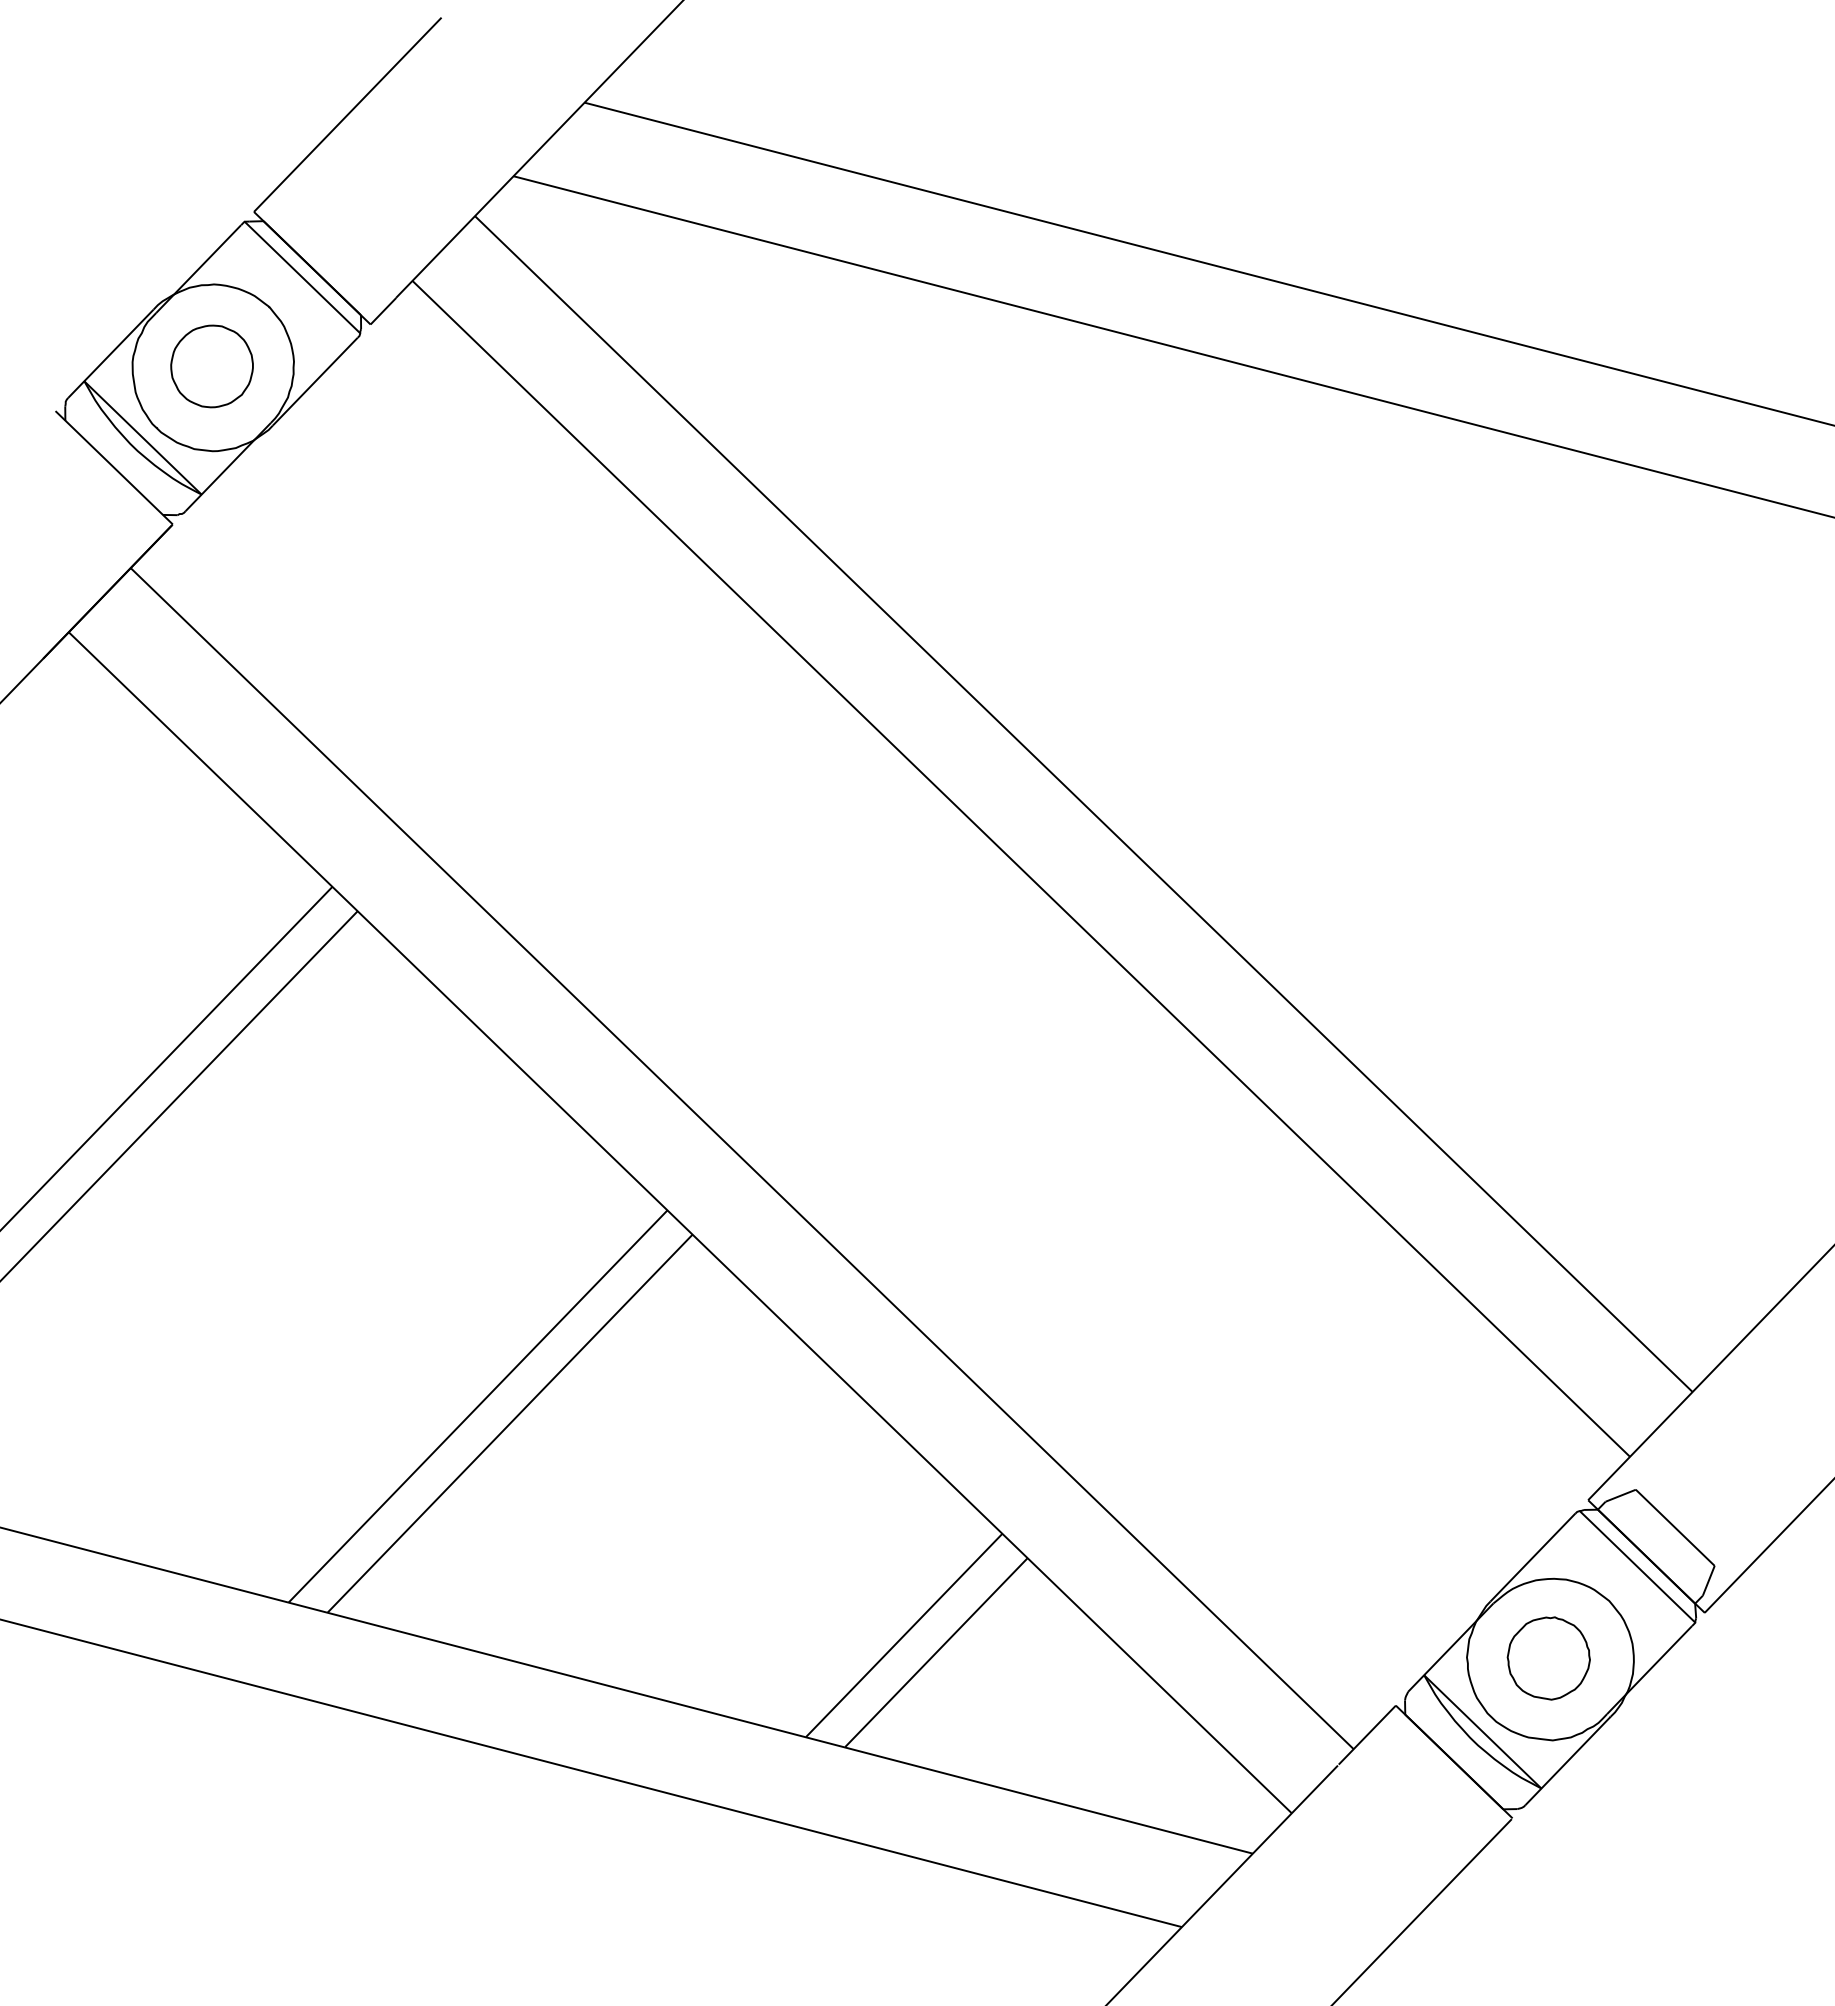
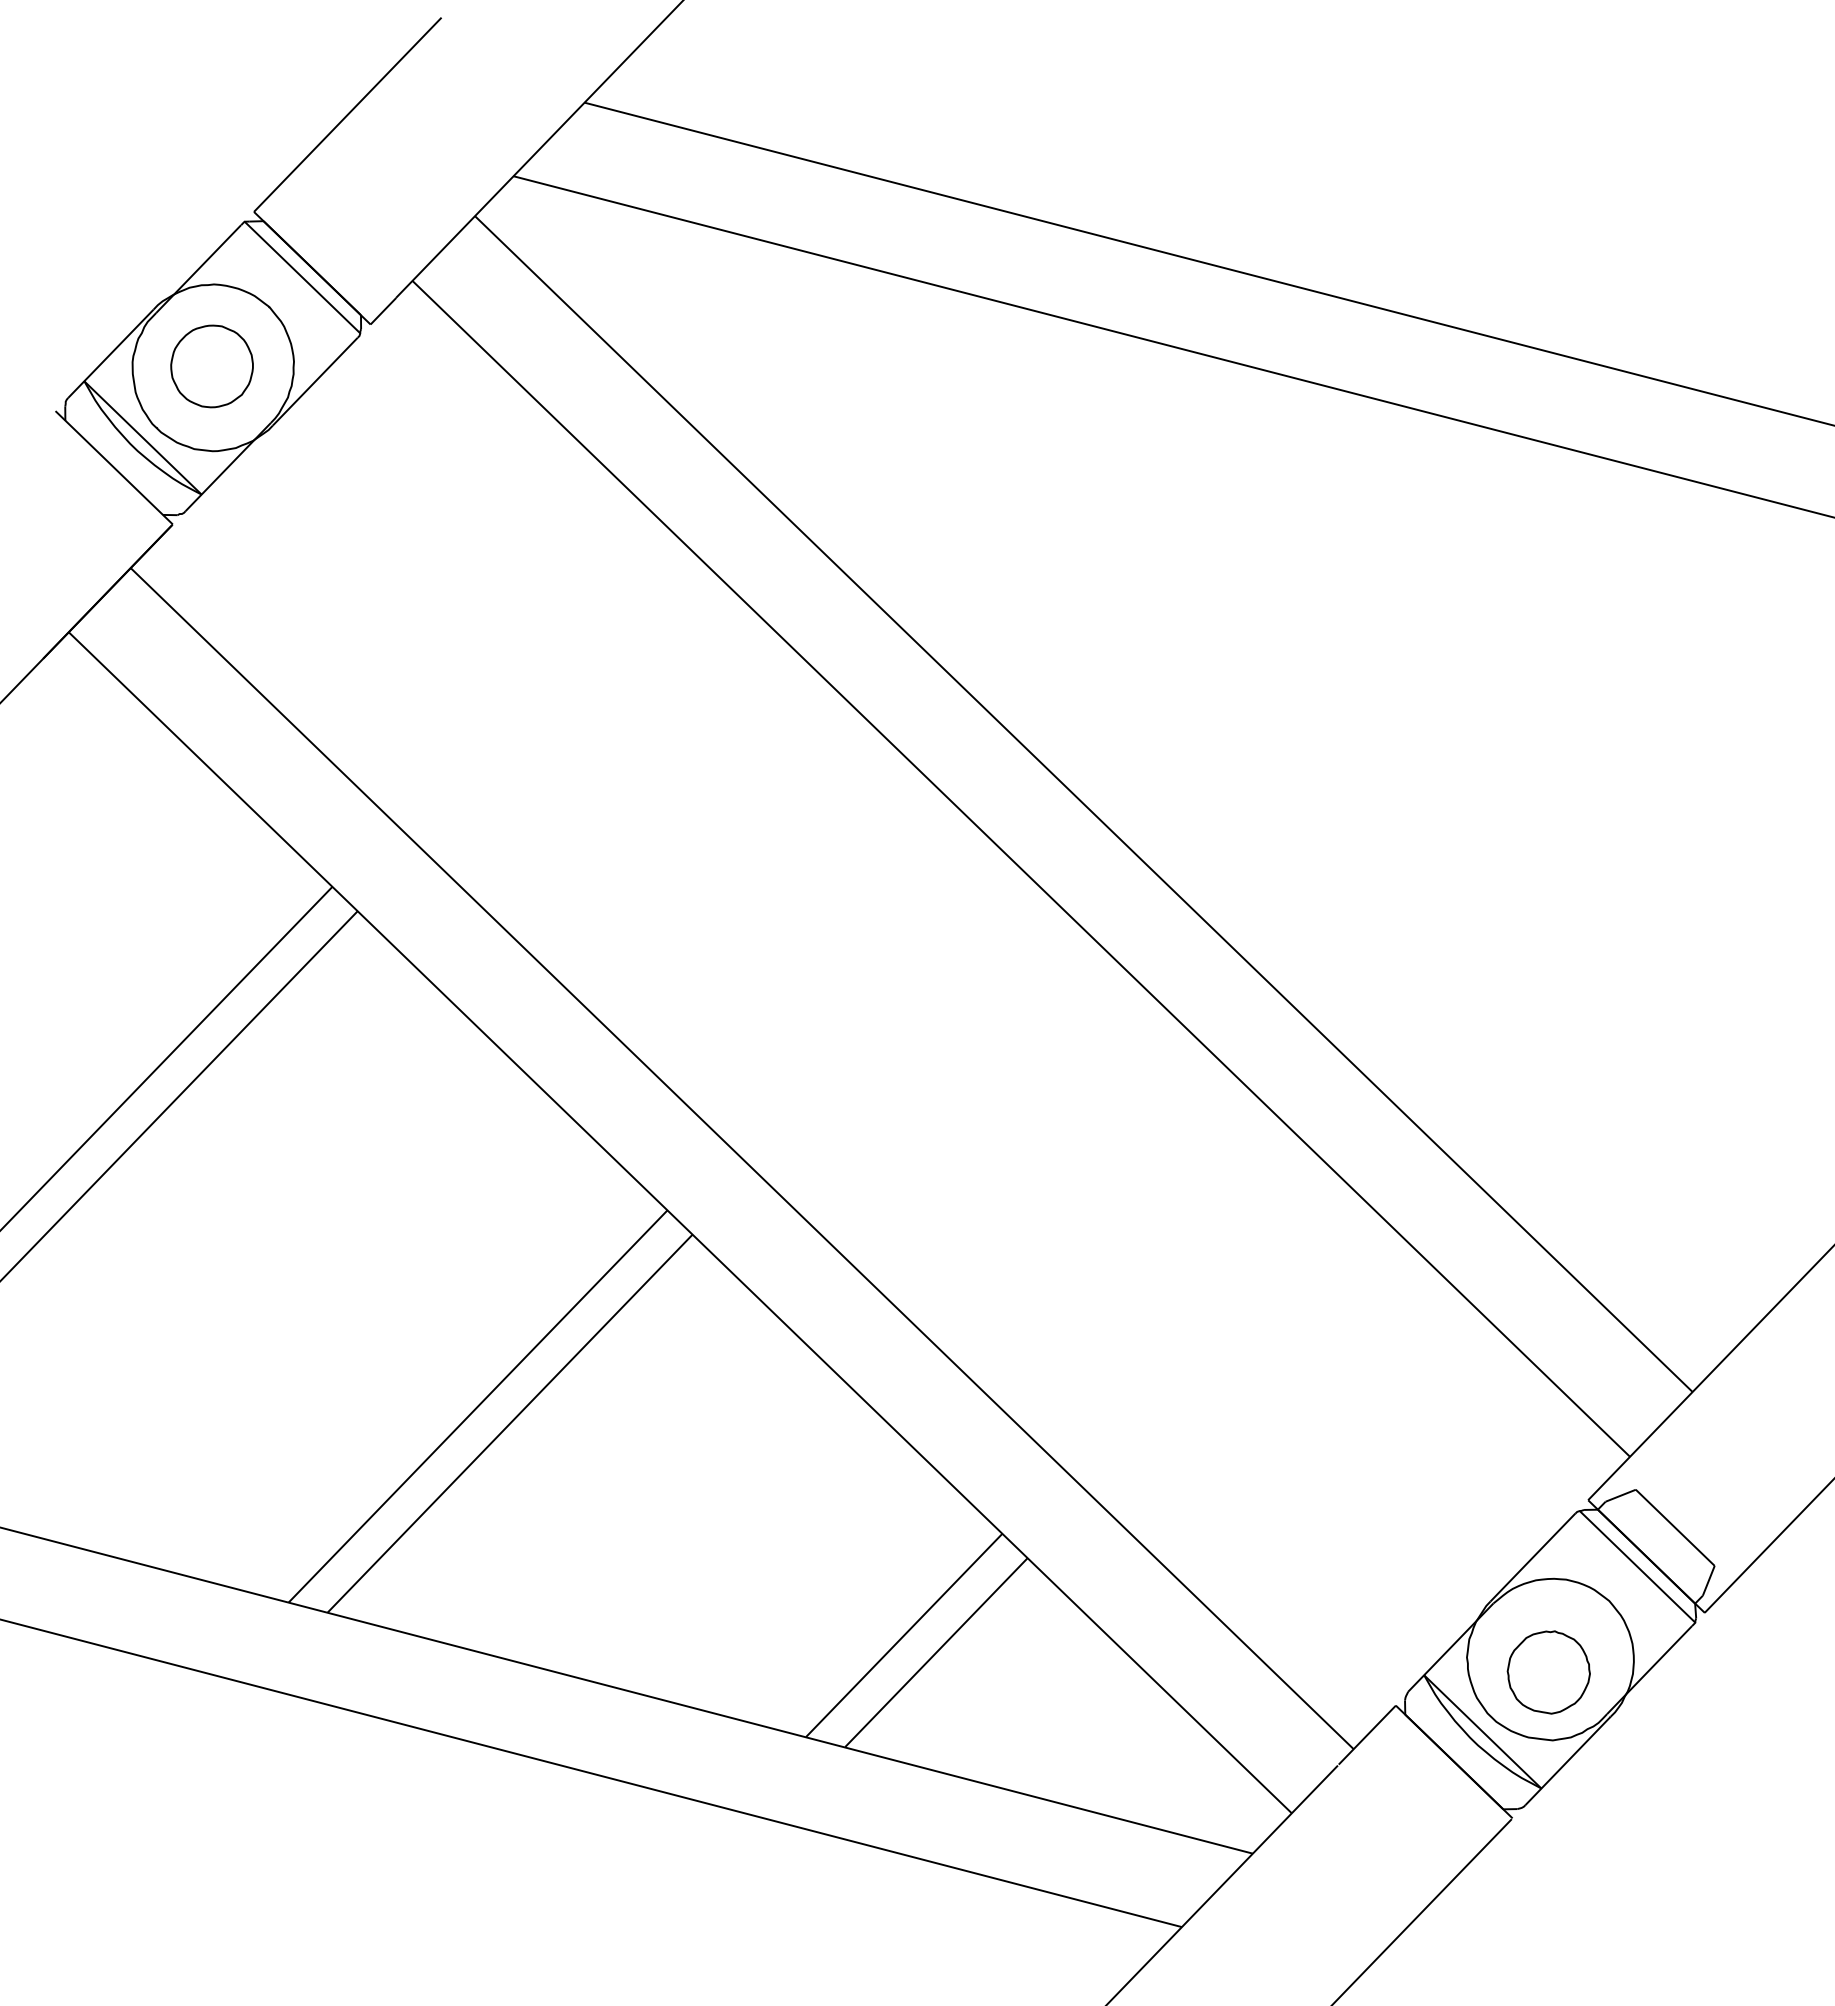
part at (1548, 1658) position: (1548, 1658) -> (1548, 1672)
